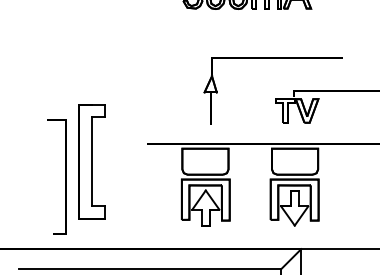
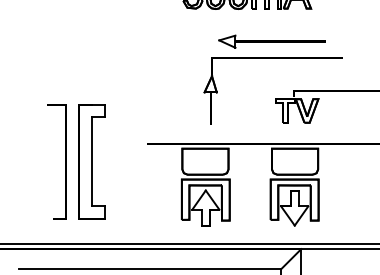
part at (271, 41): none -> present
part at (65, 176) position: (65, 176) -> (65, 161)
line at (189, 243): none -> present
